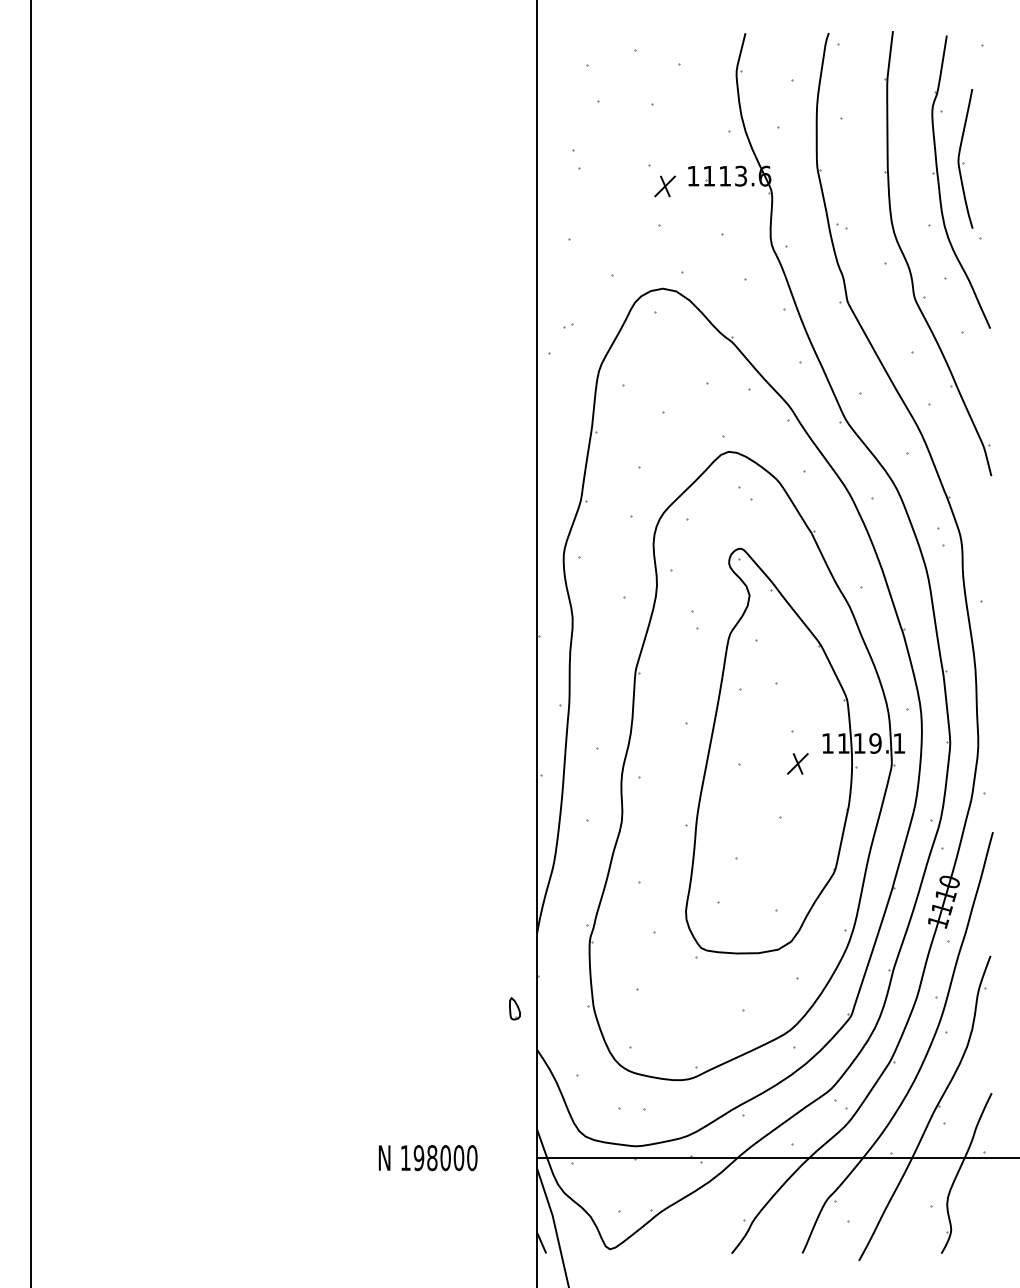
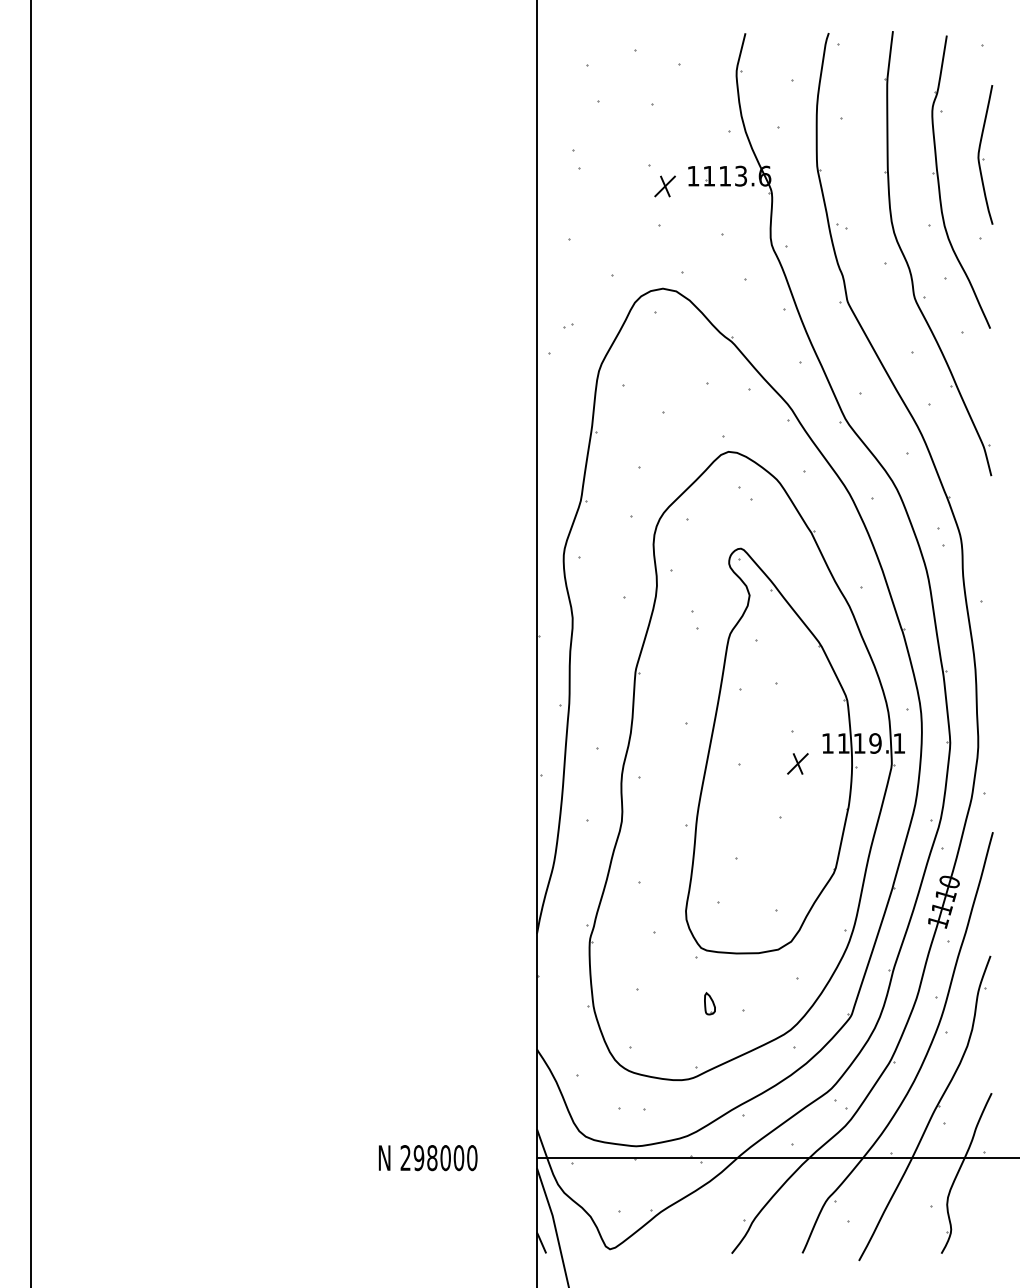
part at (965, 158) position: (965, 158) -> (985, 154)
part at (514, 1008) position: (514, 1008) -> (709, 1003)
text at (405, 1157): 198000 -> 298000
